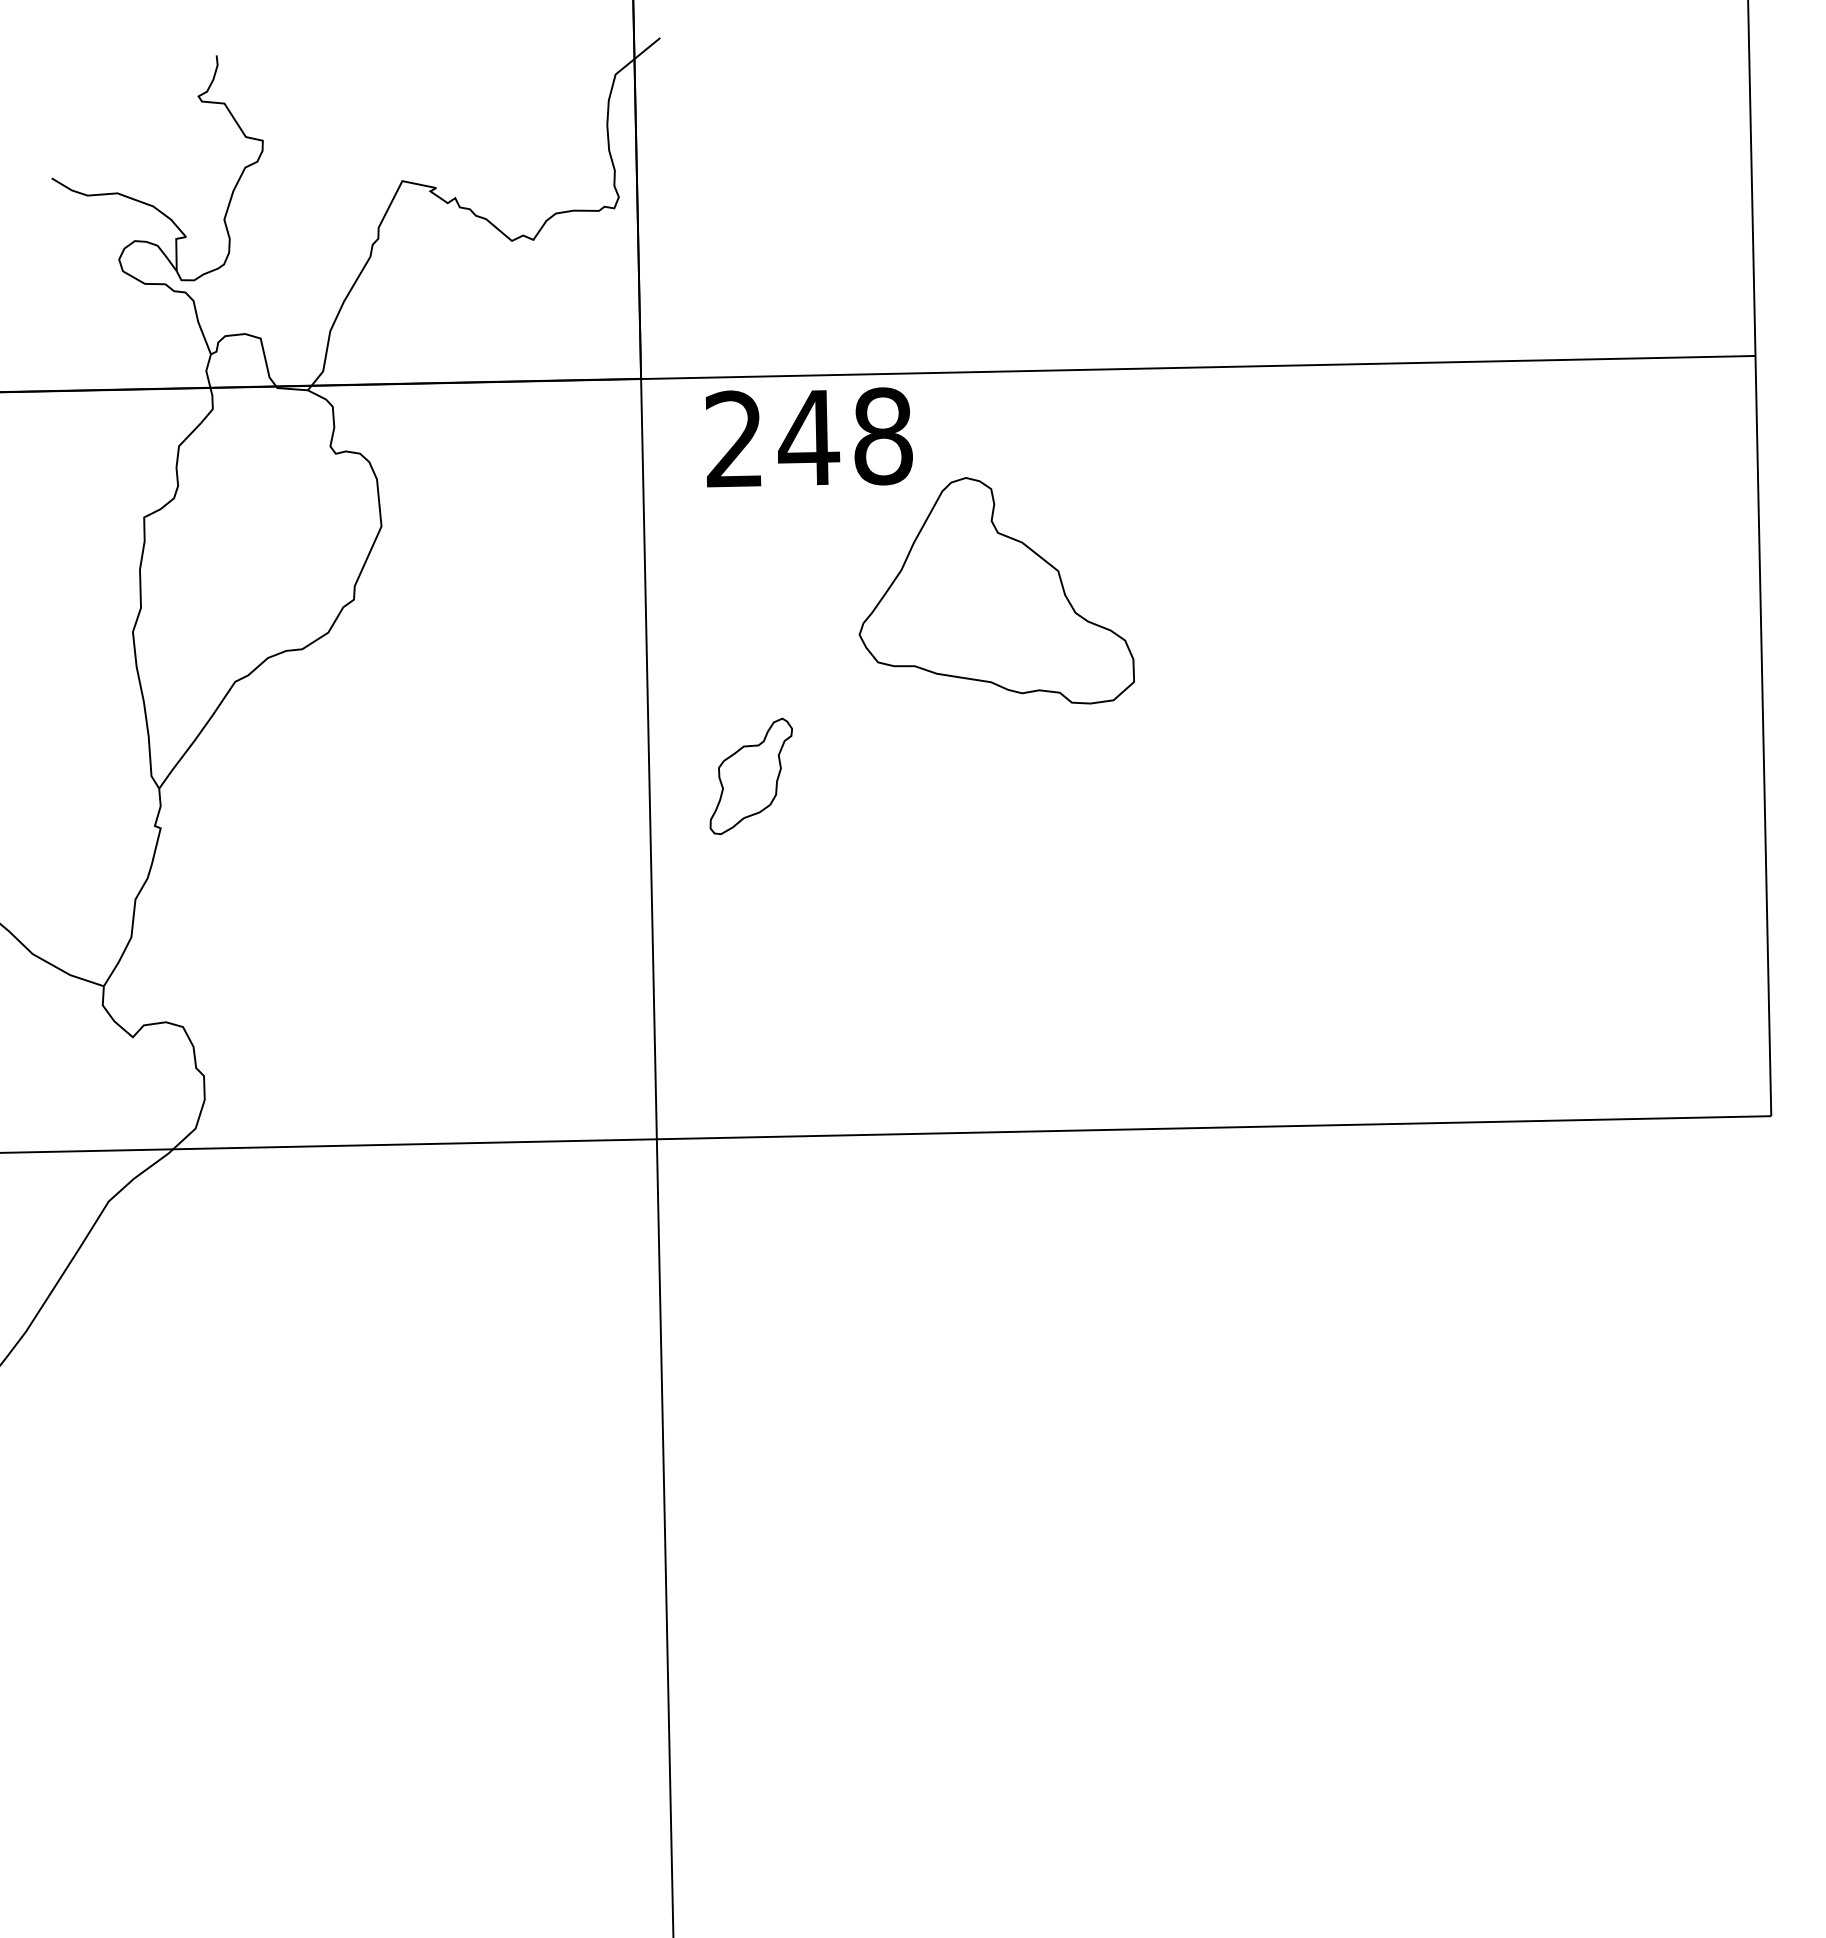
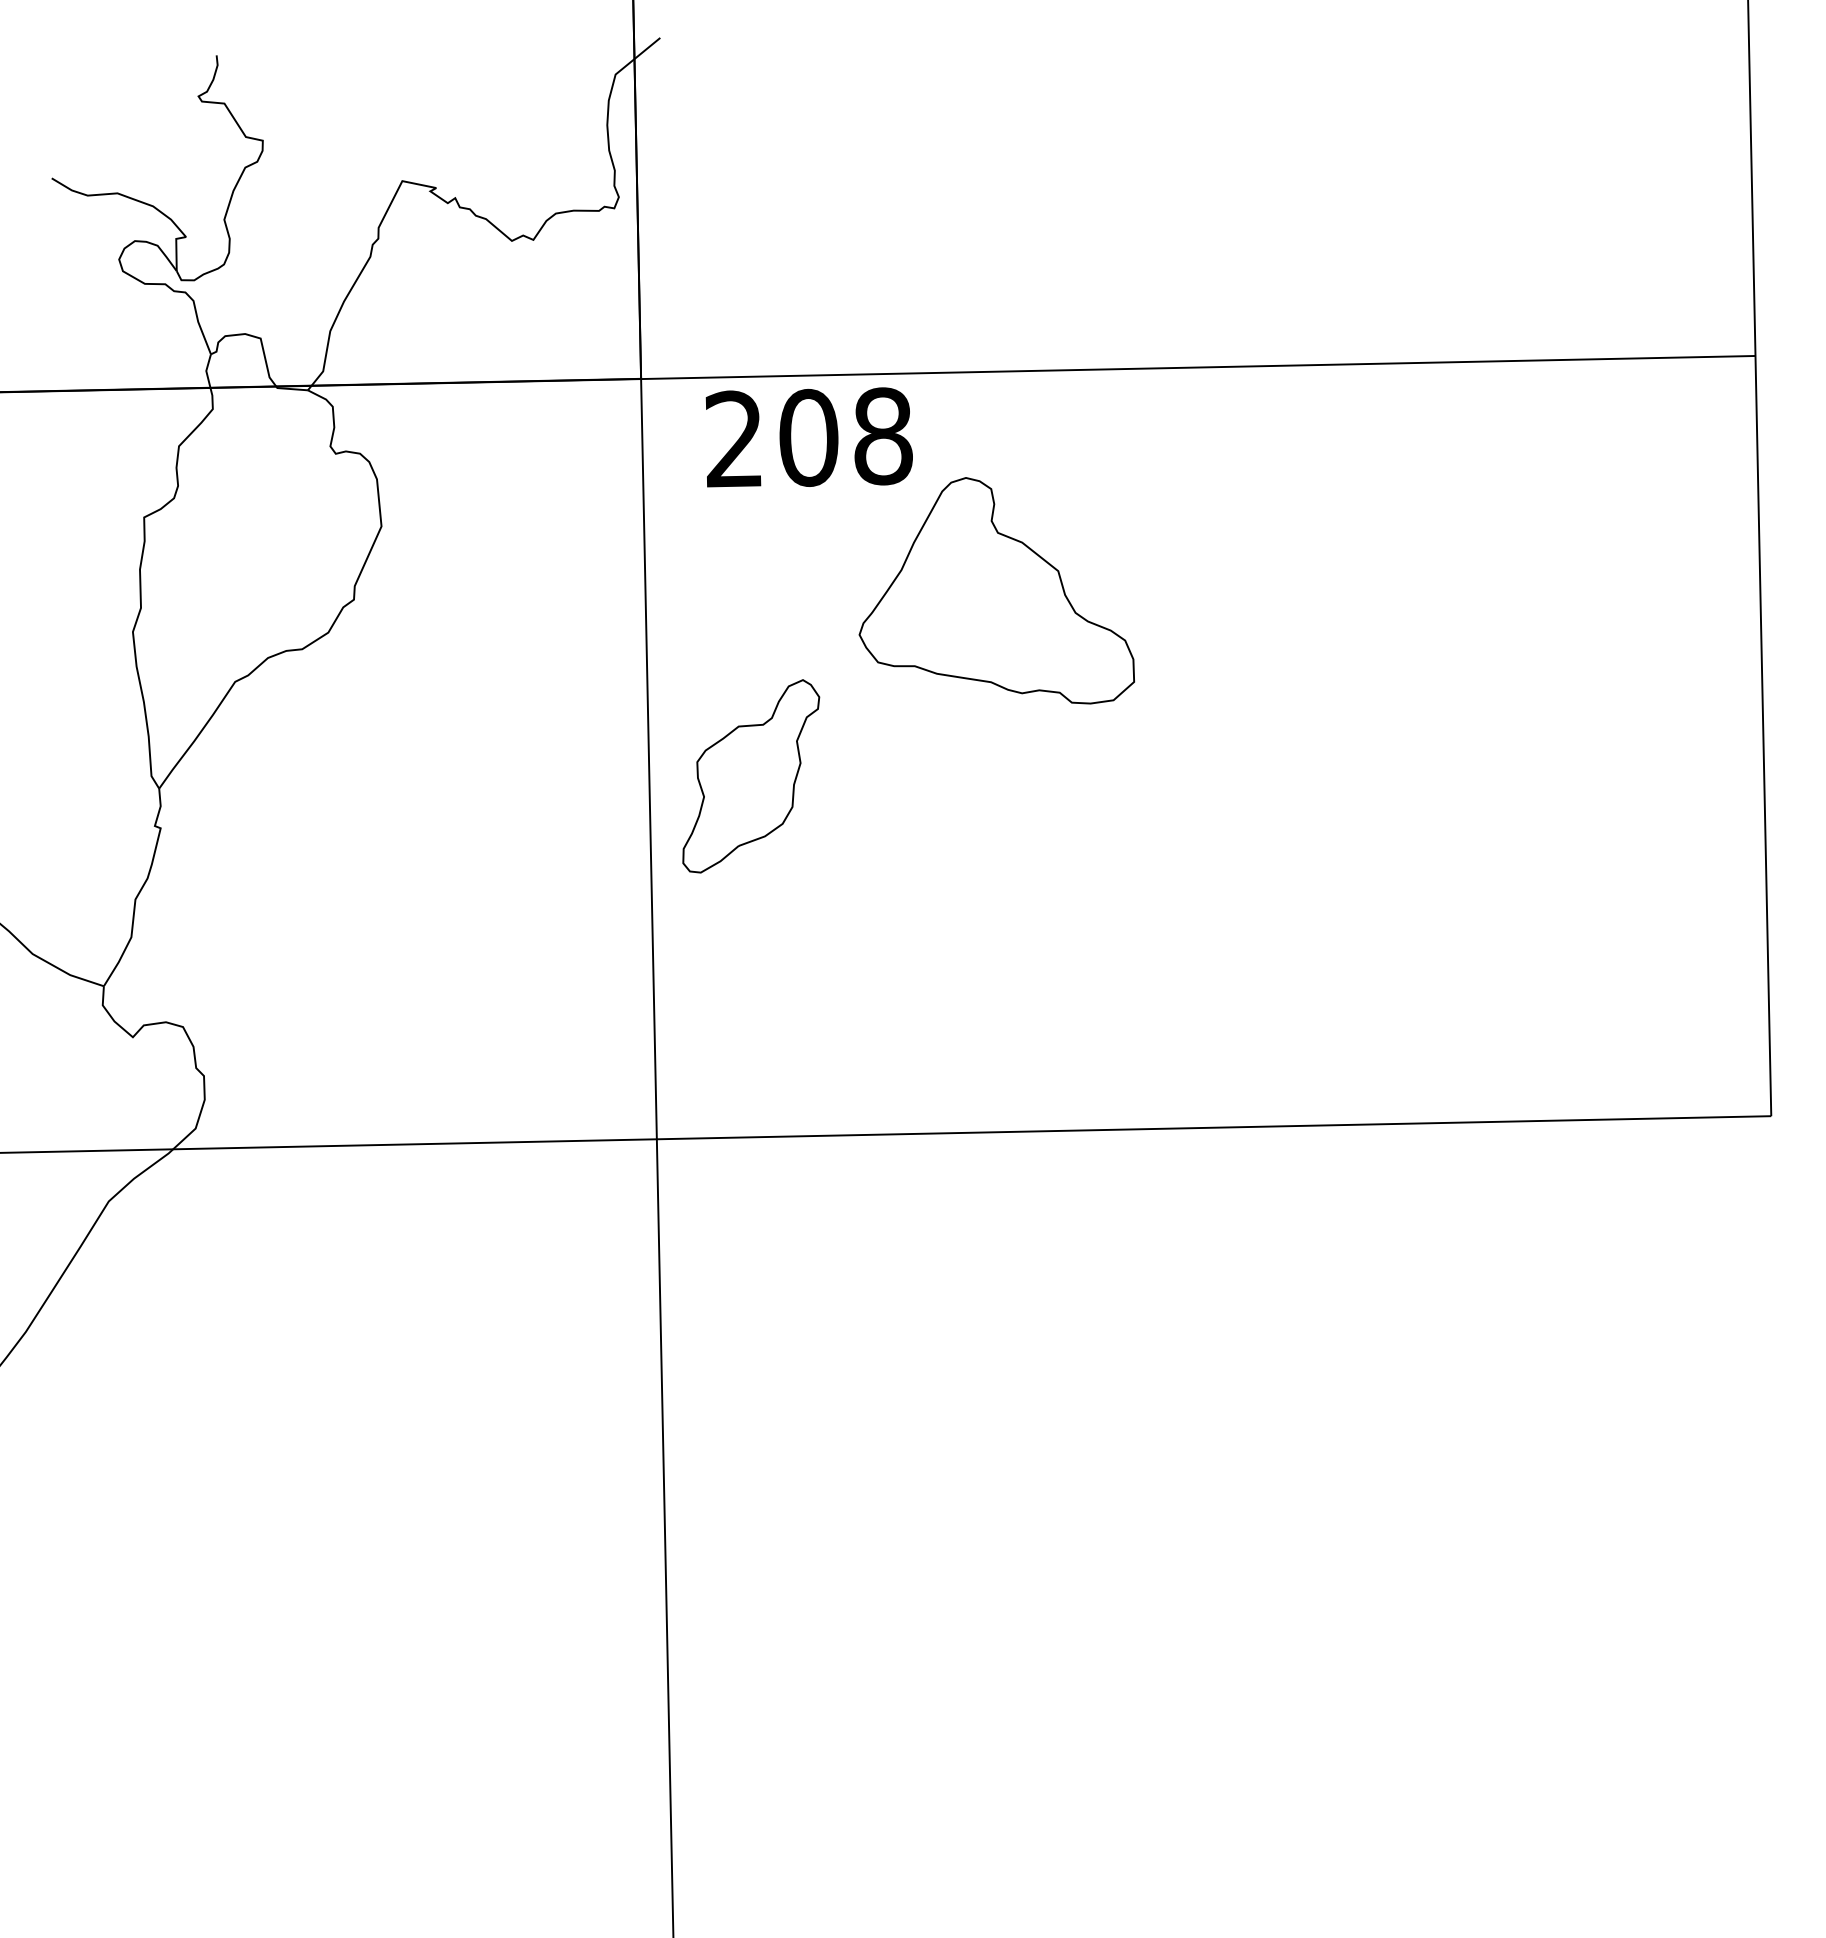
text at (808, 437): 248 -> 208
part at (750, 775) size: 84x118 px -> 139x195 px
